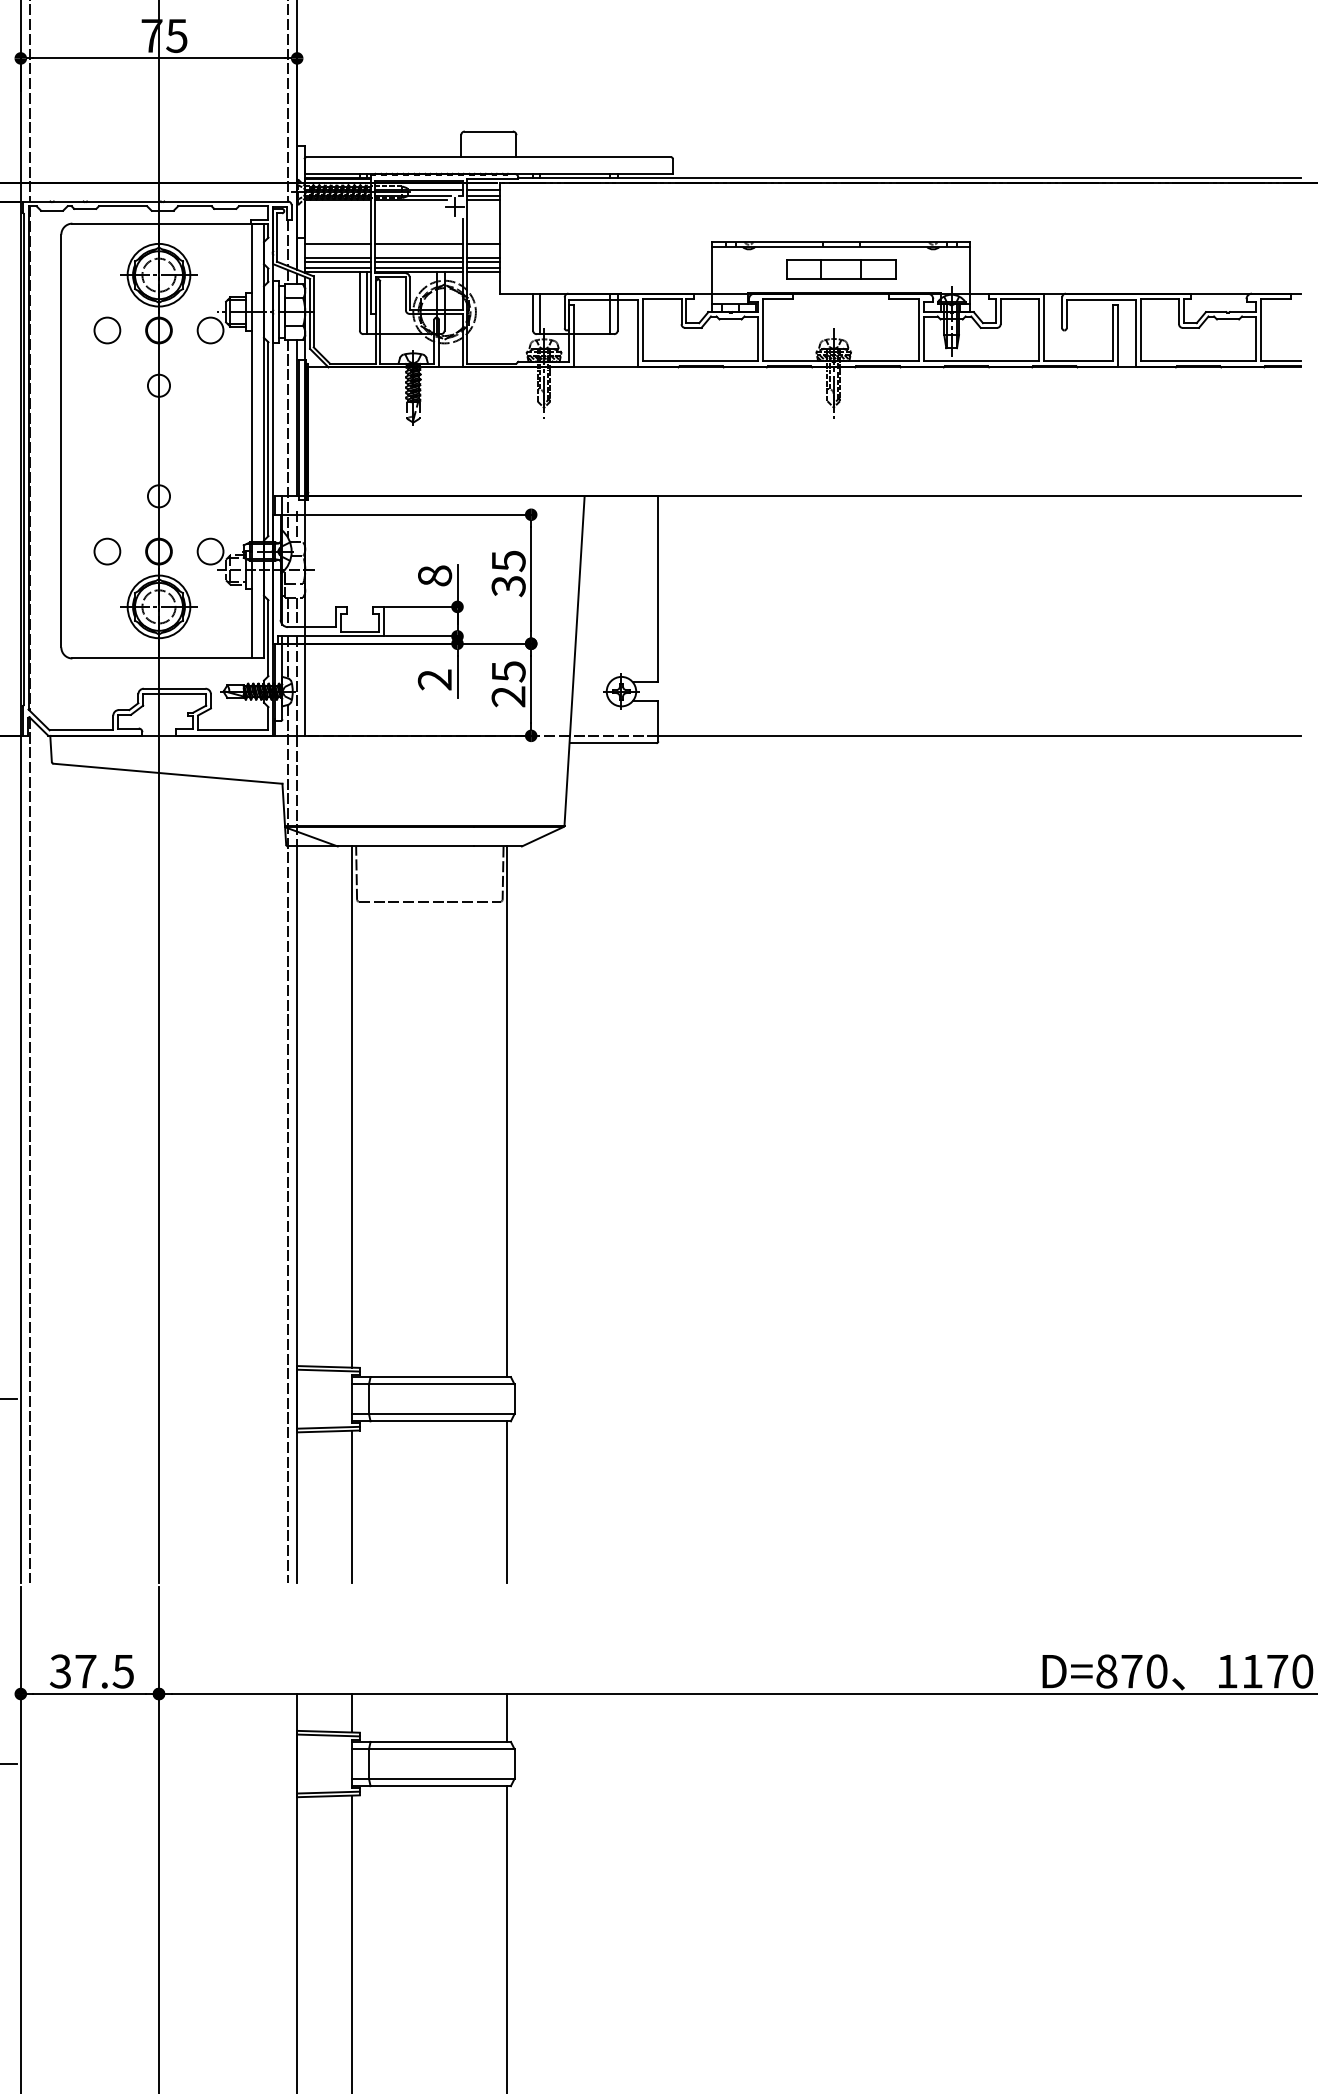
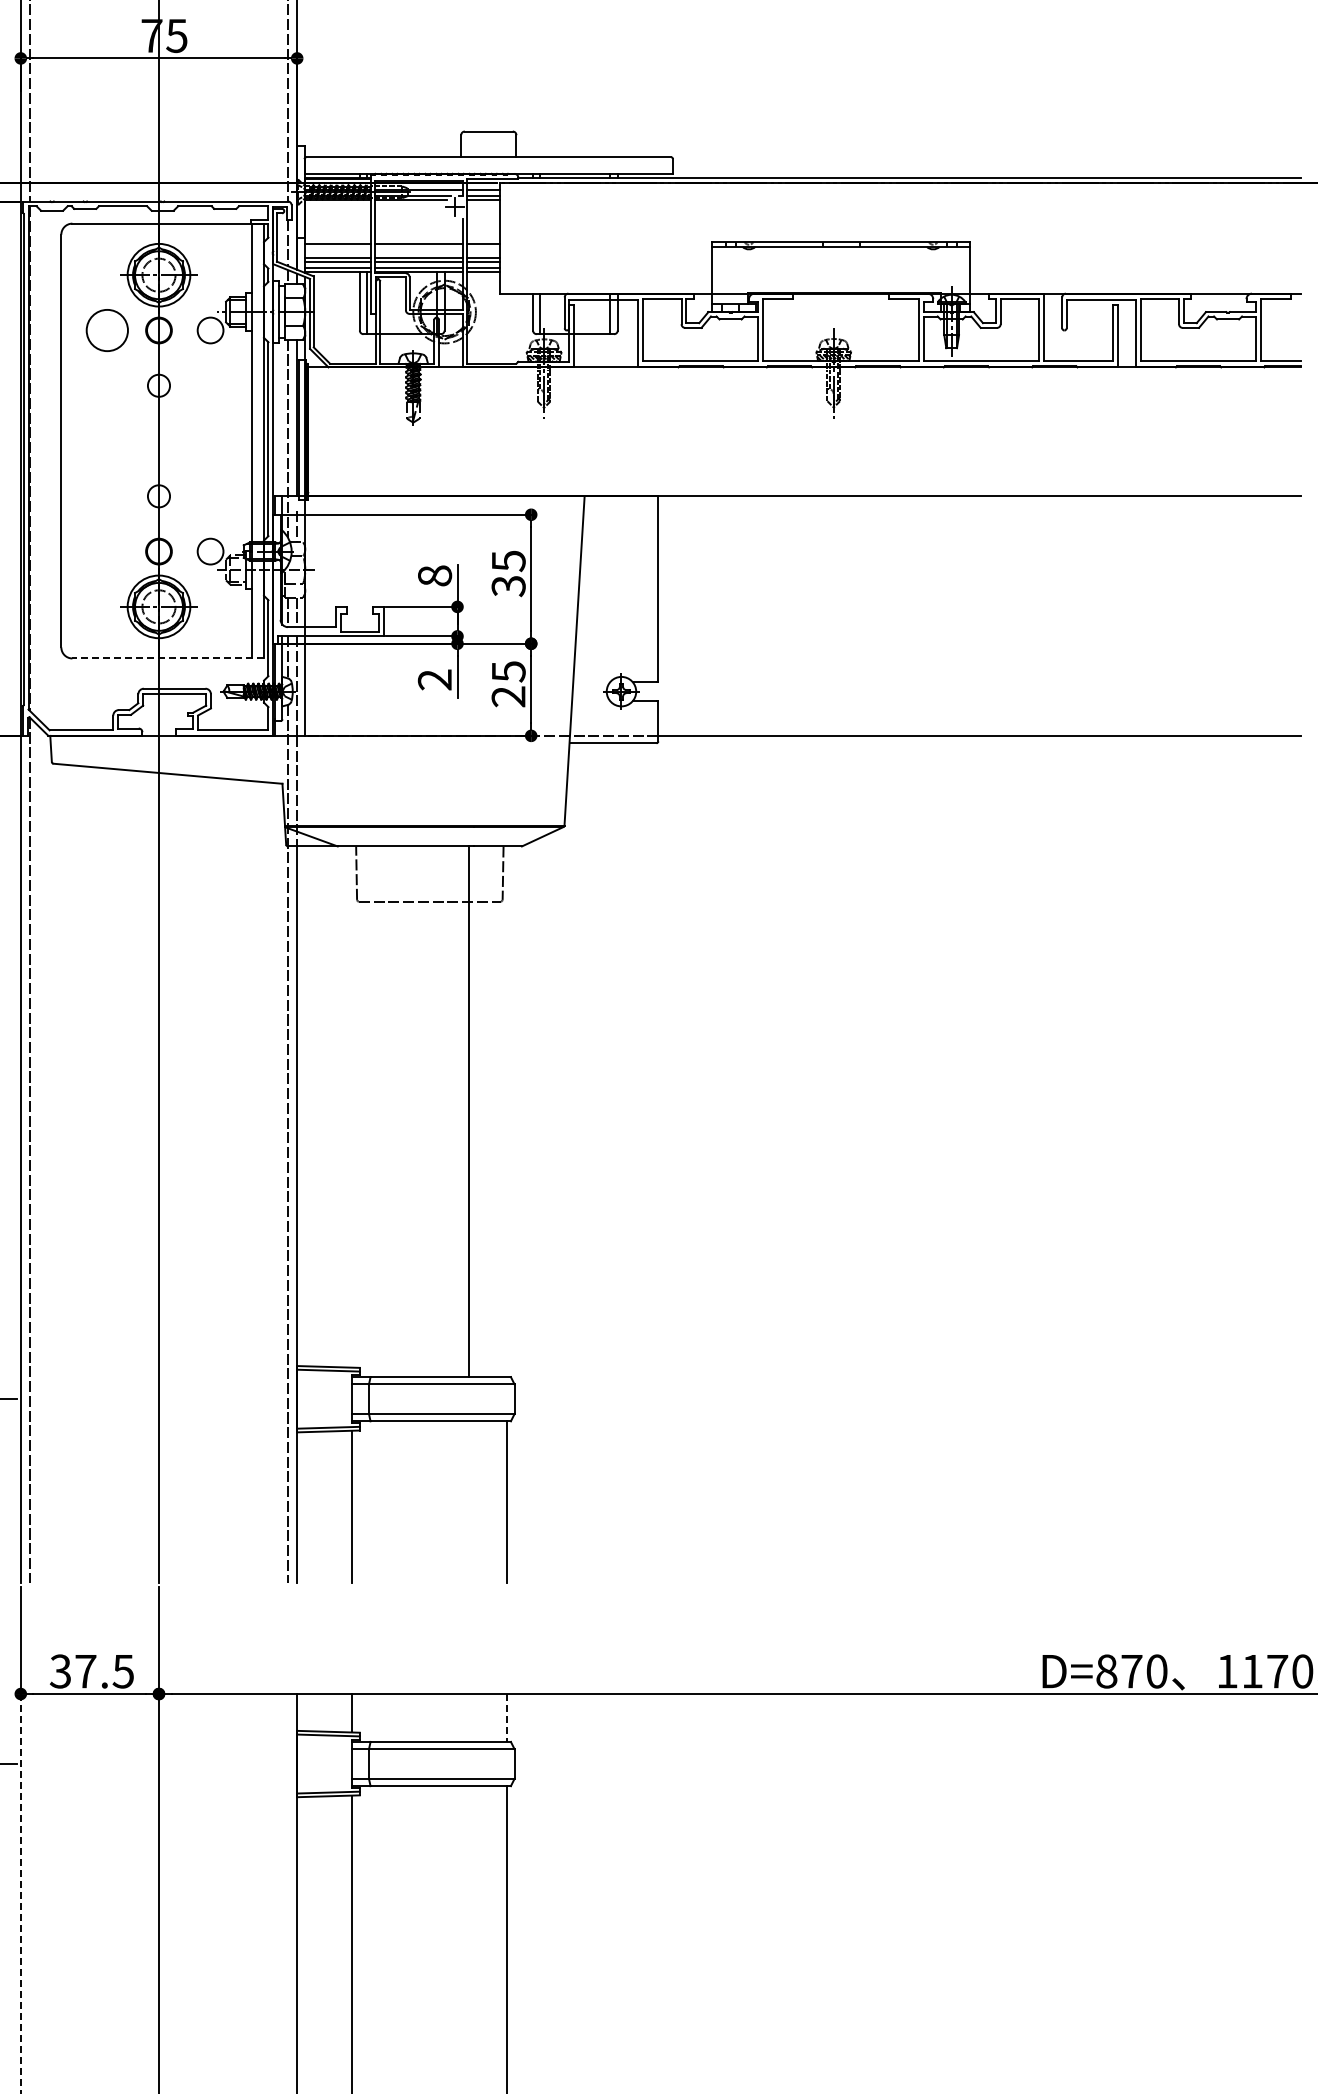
part at (841, 269): present -> none
circle at (107, 330) size: 29x29 px -> 44x43 px
circle at (107, 551): present -> none
line at (168, 658): solid -> dashed
line at (352, 1106): present -> none
line at (507, 1111) position: (507, 1111) -> (469, 1111)
line at (507, 1717): solid -> dashed
line at (20, 1893): solid -> dashed
